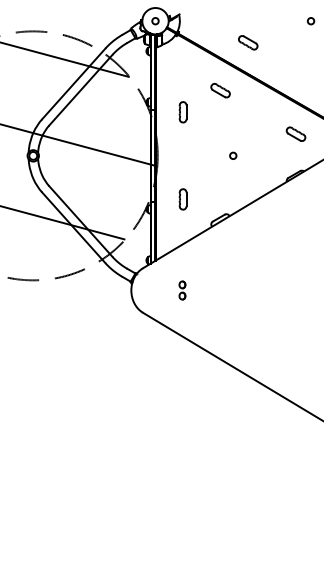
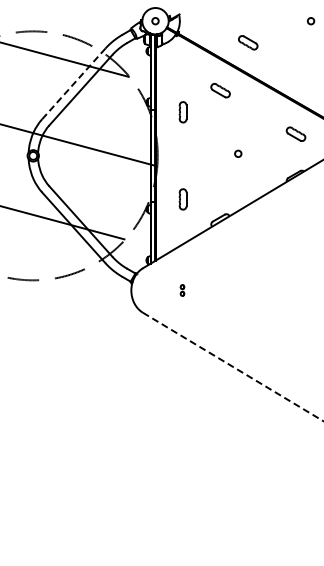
line at (74, 83): solid -> dashed
circle at (233, 155) position: (233, 155) -> (238, 153)
part at (182, 290) size: 9x21 px -> 7x13 px
line at (233, 367): solid -> dashed
